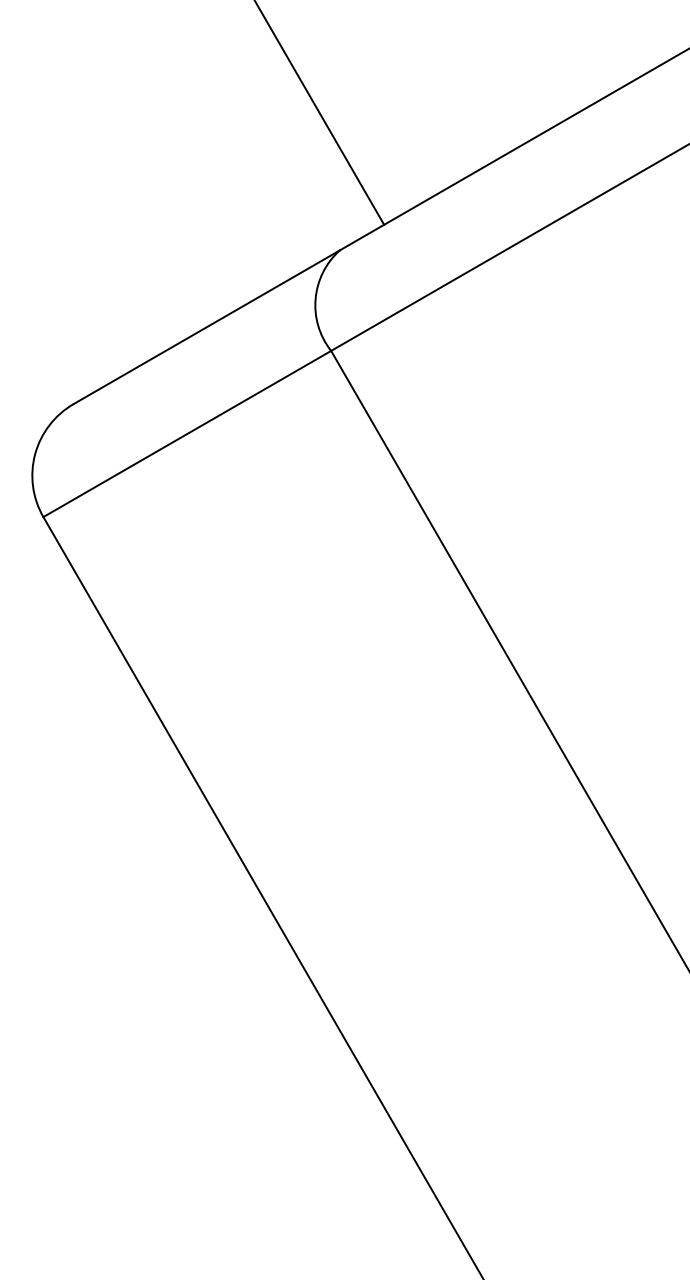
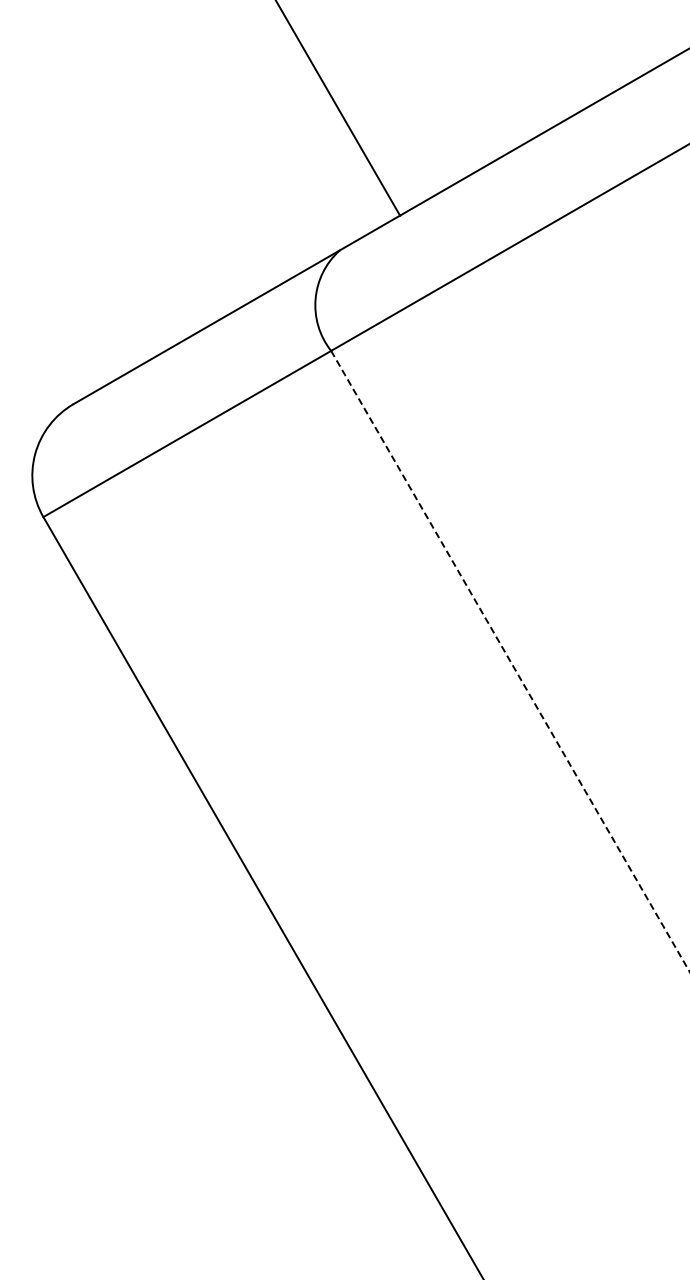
line at (319, 113) position: (319, 113) -> (338, 108)
line at (510, 661): solid -> dashed
